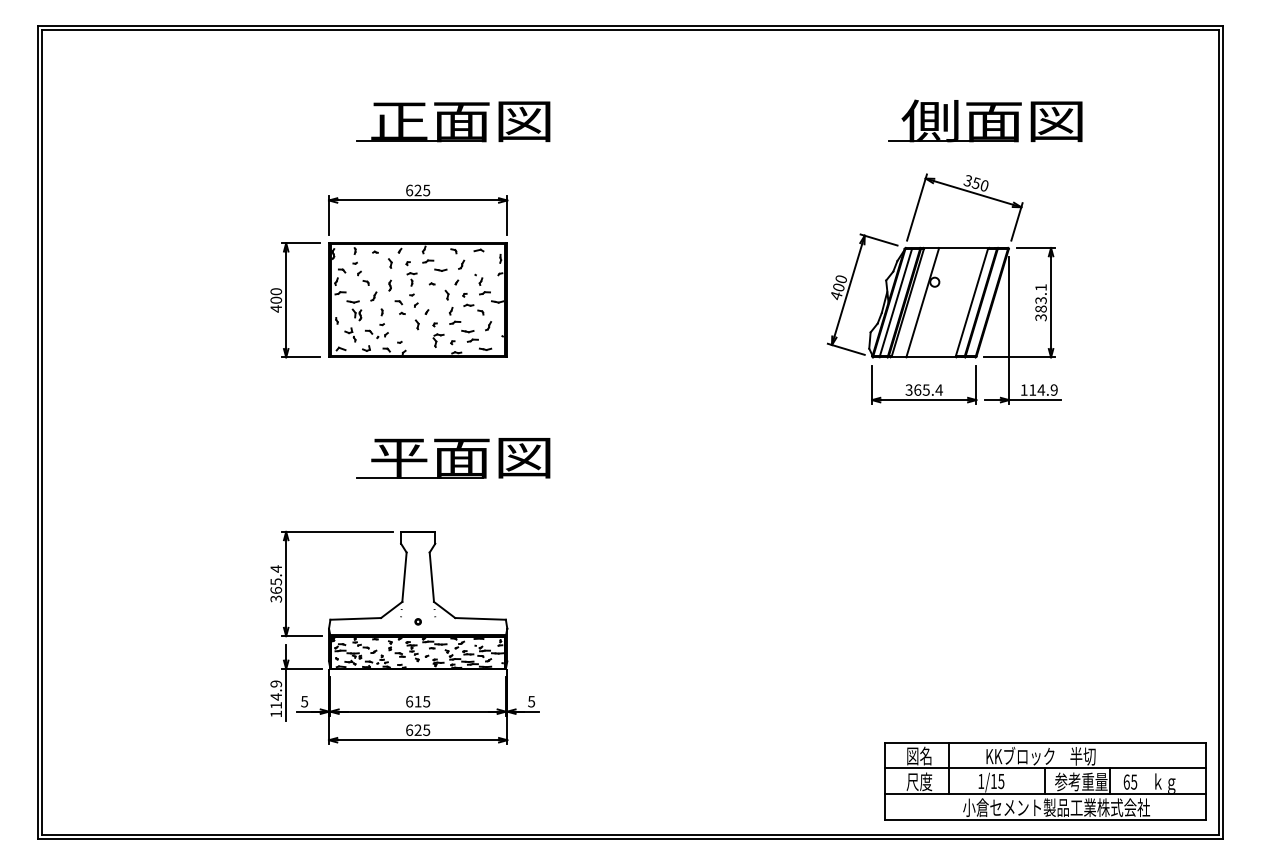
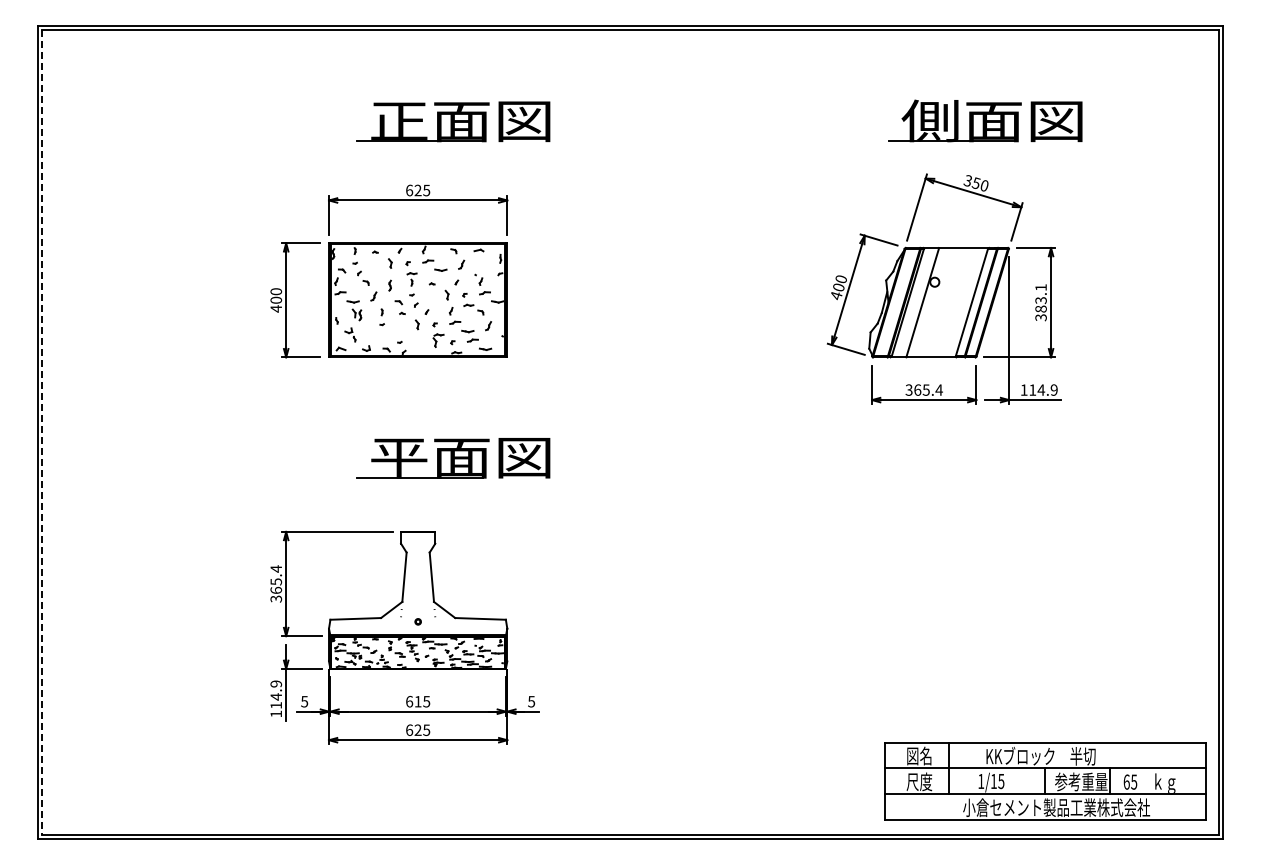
line at (895, 302): present -> none
part at (376, 334): present -> none
line at (42, 432): solid -> dashed
